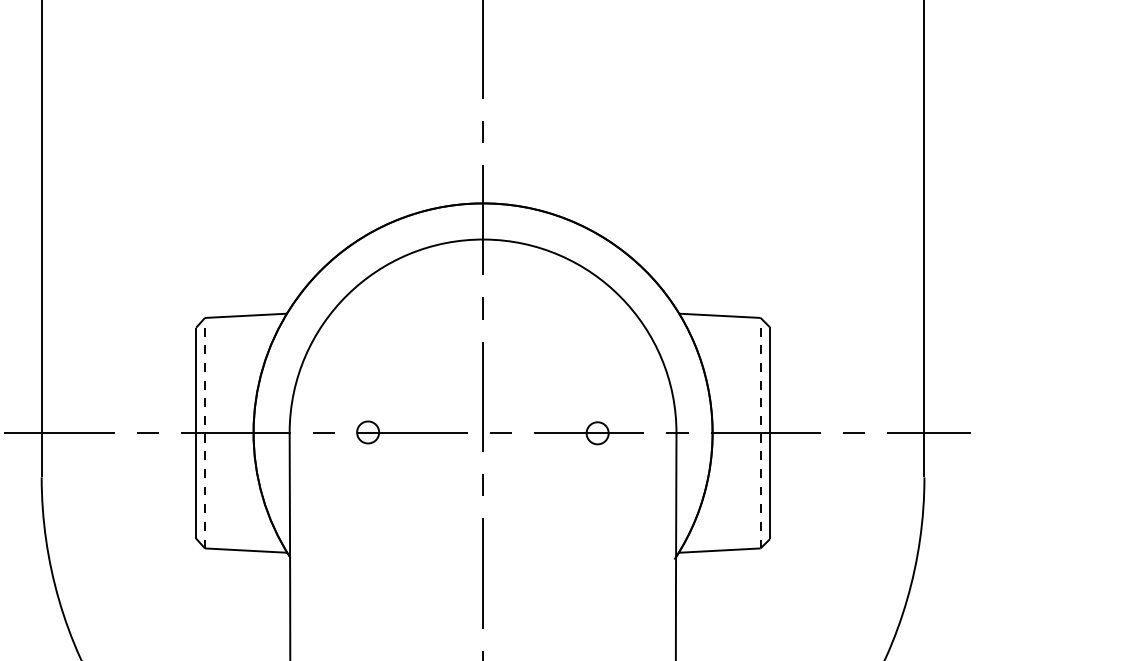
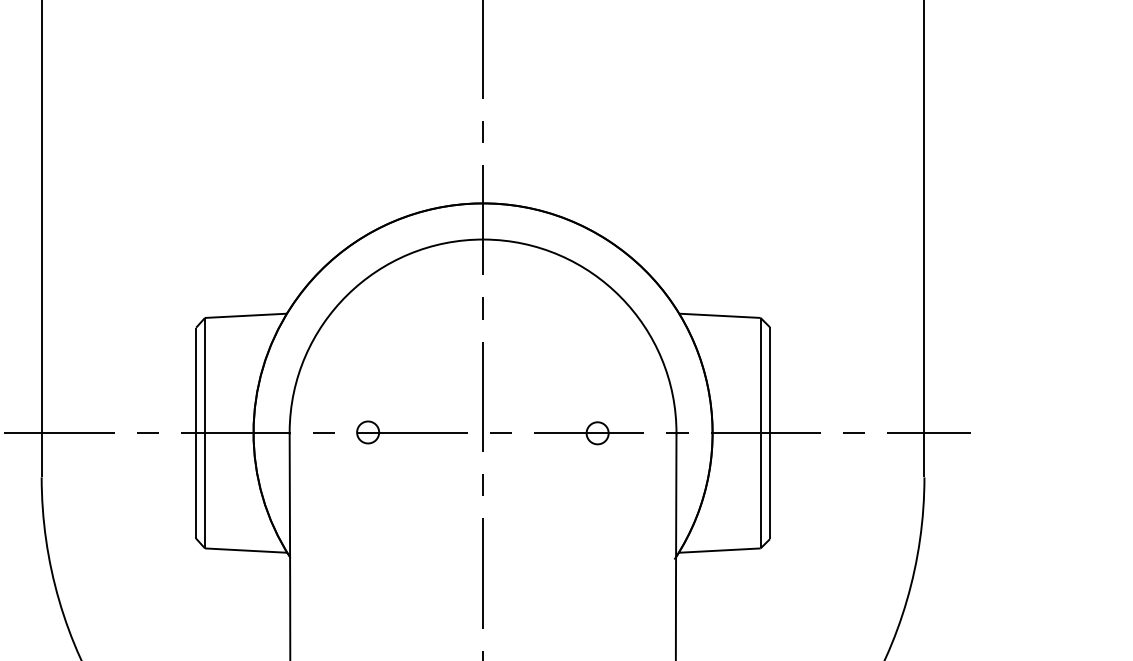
line at (205, 432): dashed -> solid
line at (760, 432): dashed -> solid
